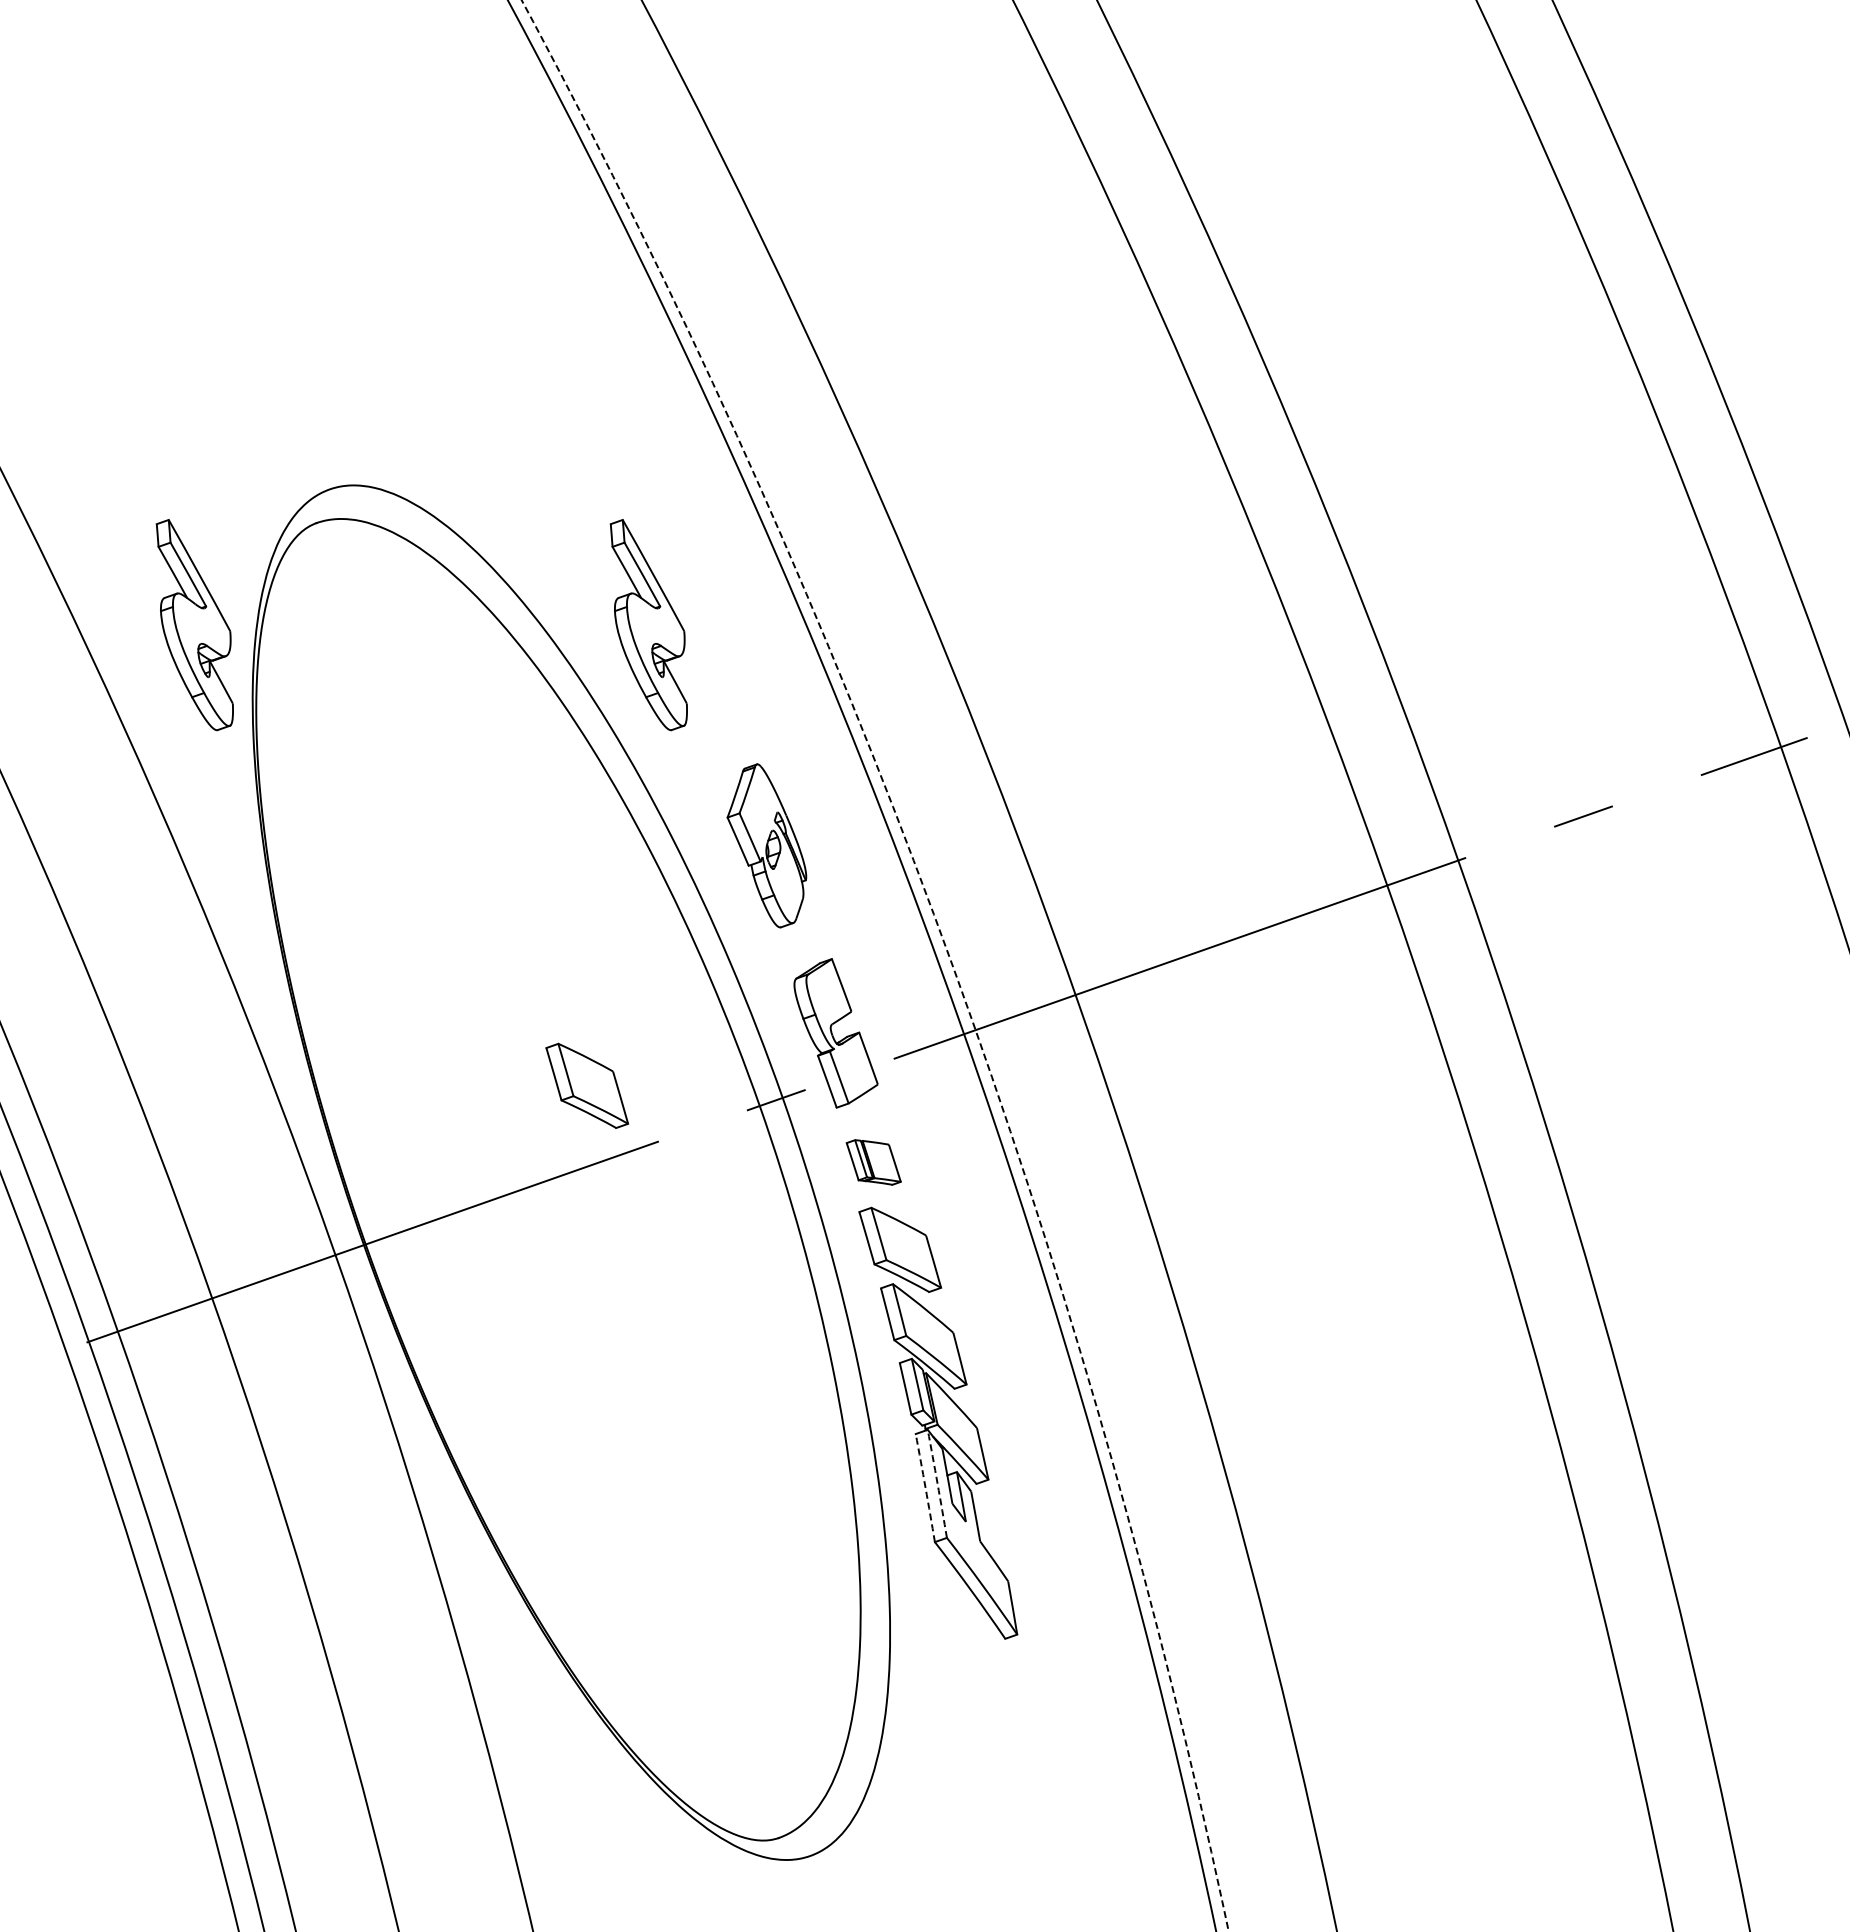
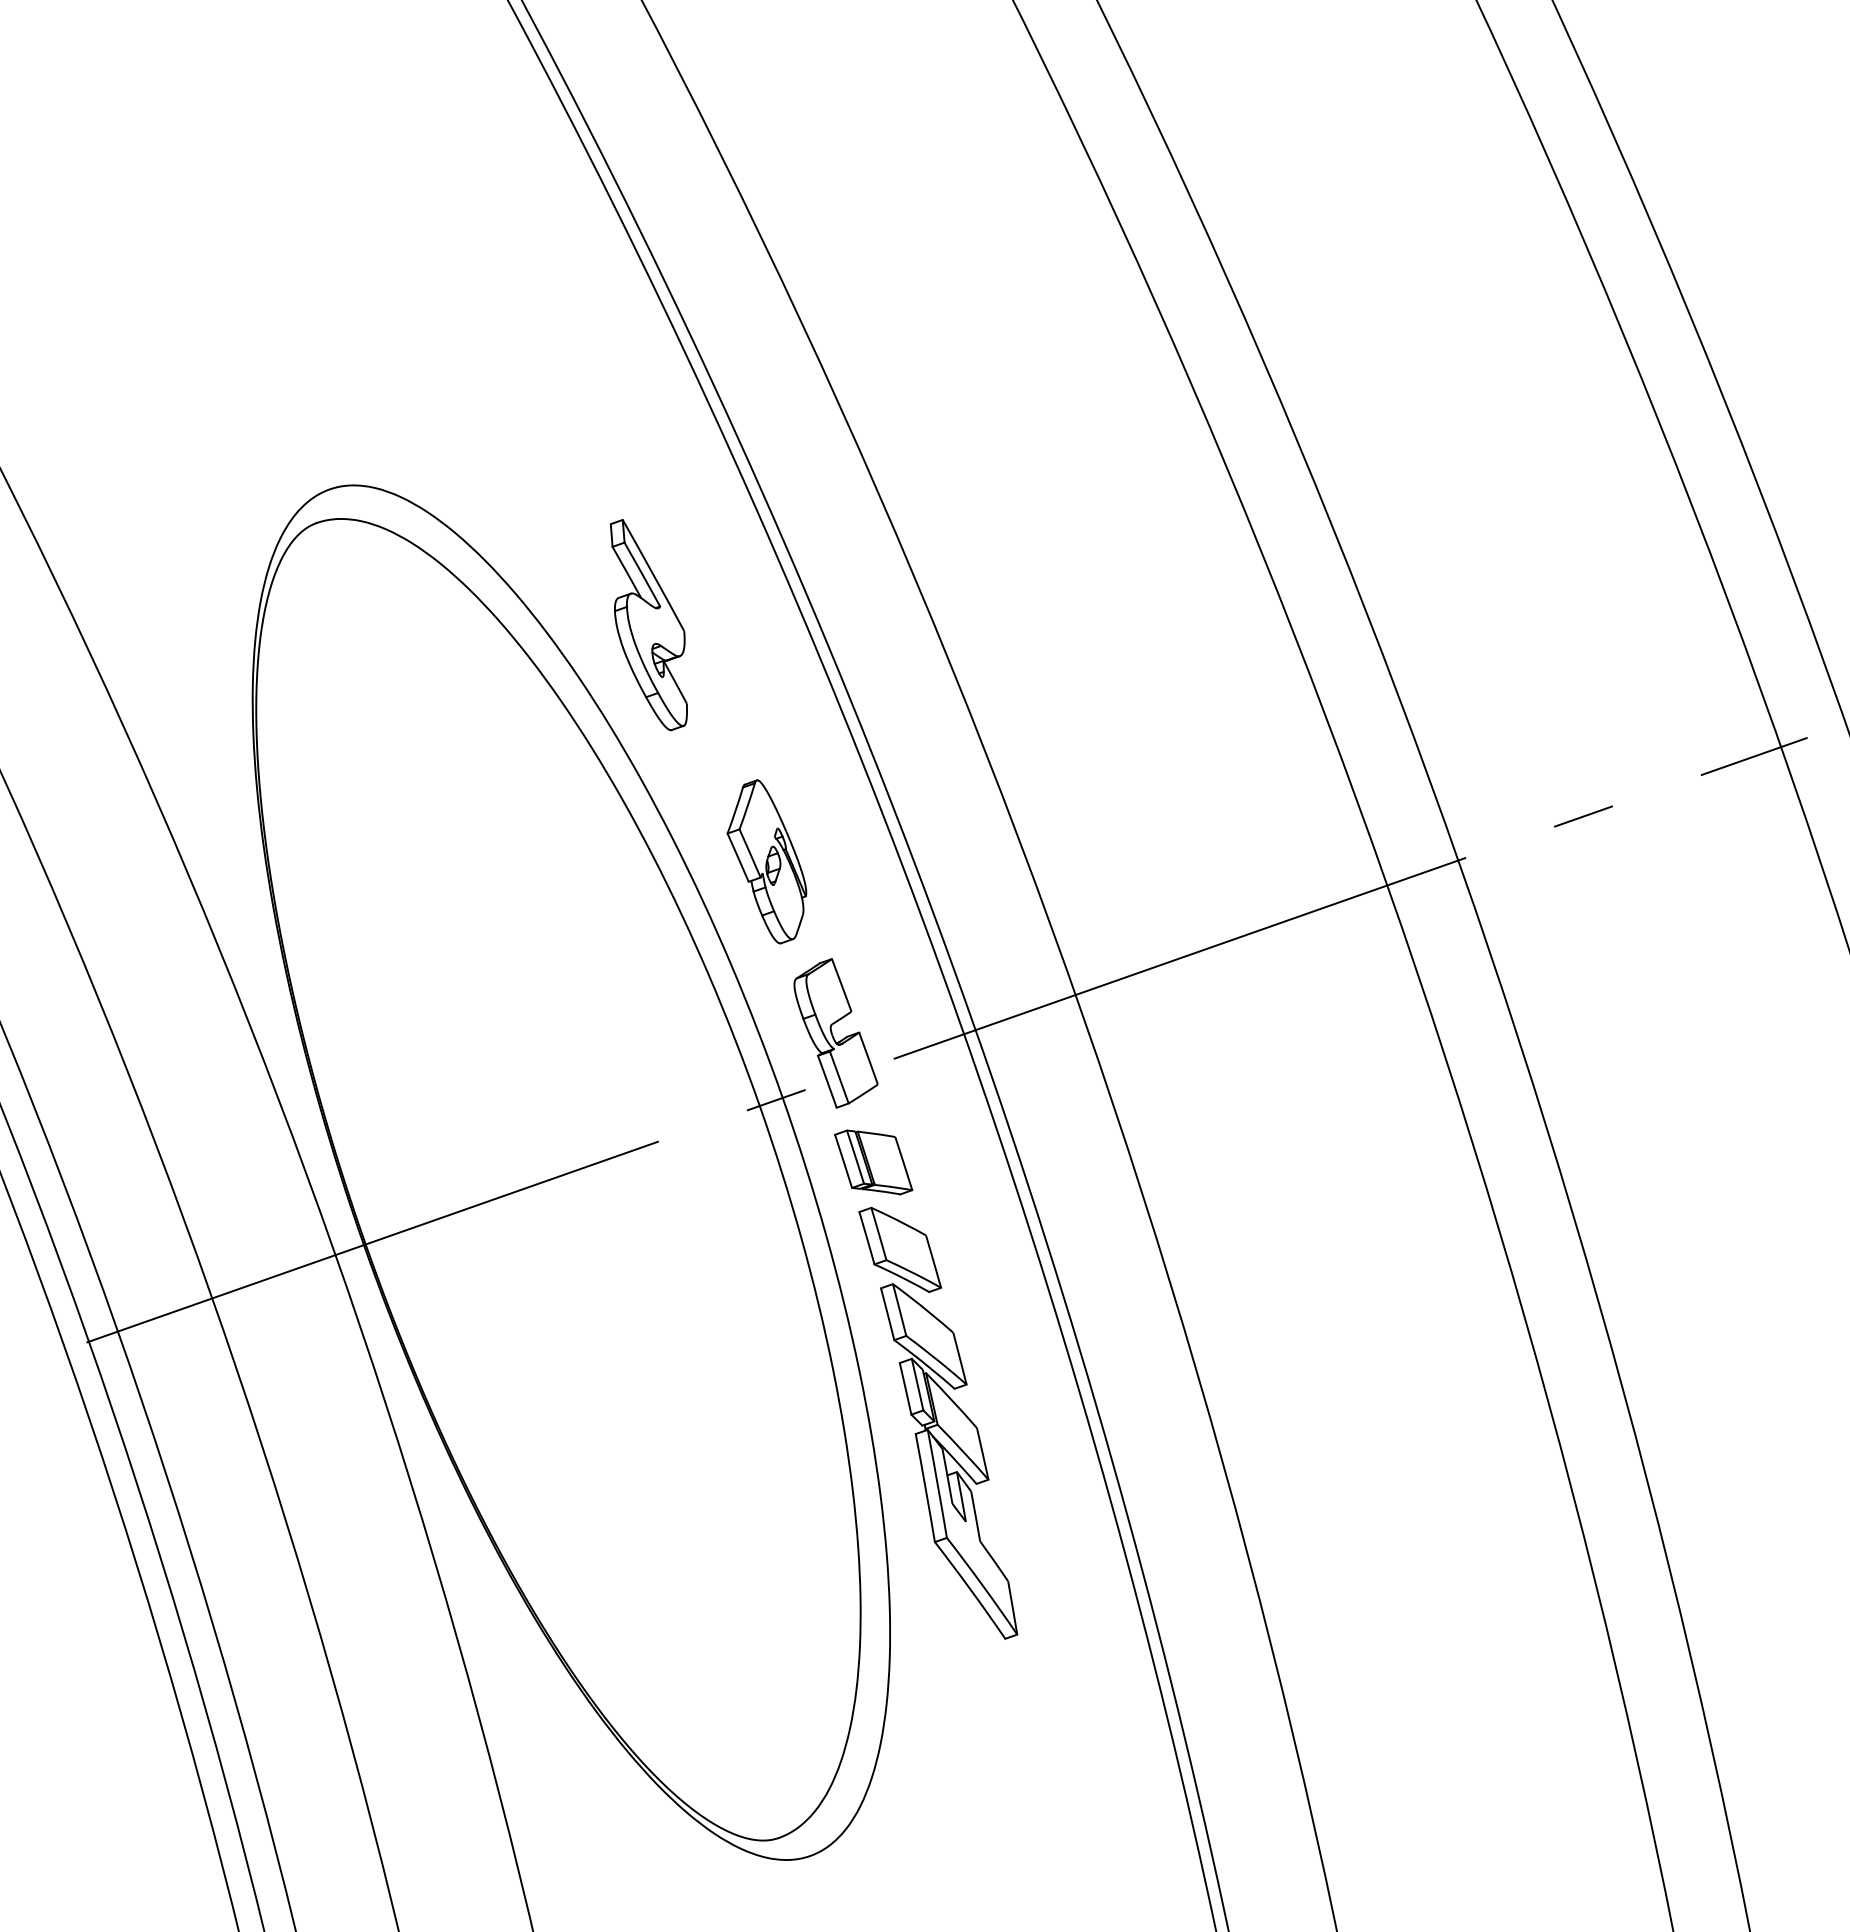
part at (194, 625): present -> none
part at (766, 845) position: (766, 845) -> (766, 861)
arc at (943, 940): dashed -> solid
part at (587, 1085): present -> none
part at (873, 1162) size: 57x47 px -> 80x67 px
arc at (937, 1483): dashed -> solid
arc at (925, 1488): dashed -> solid
